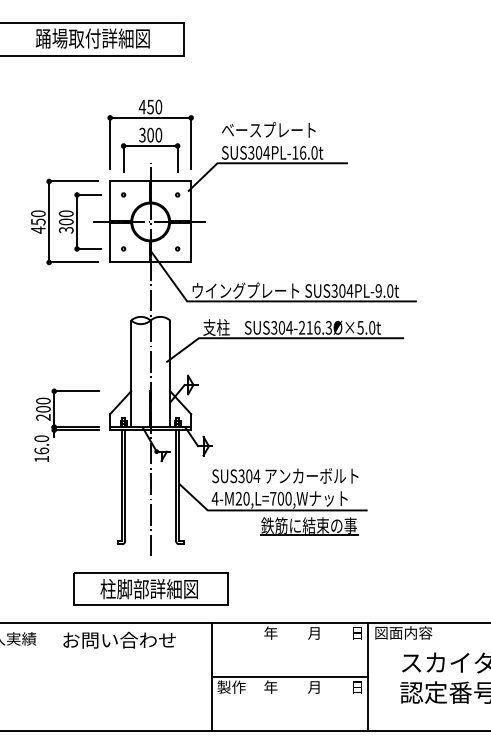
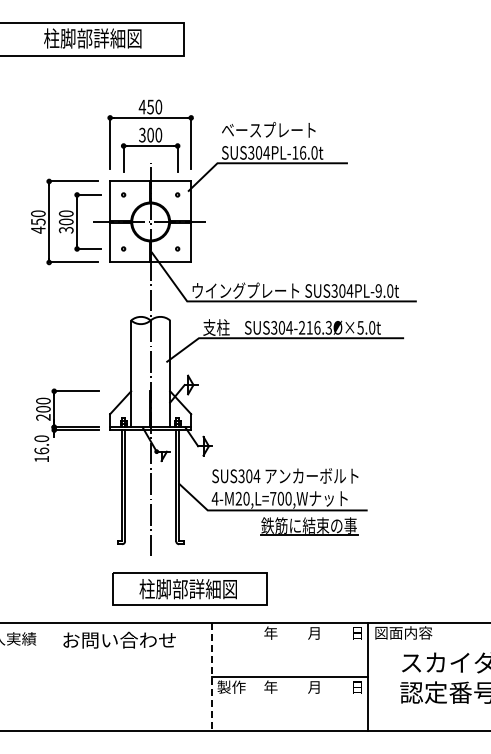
text at (92, 38): 踊場取付詳細図 -> 柱脚部詳細図
part at (150, 588) position: (150, 588) -> (189, 588)
line at (211, 677): solid -> dashed
